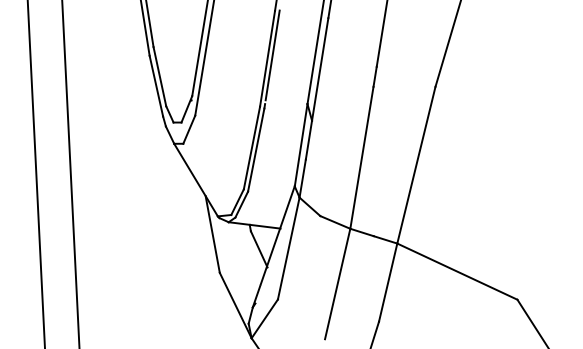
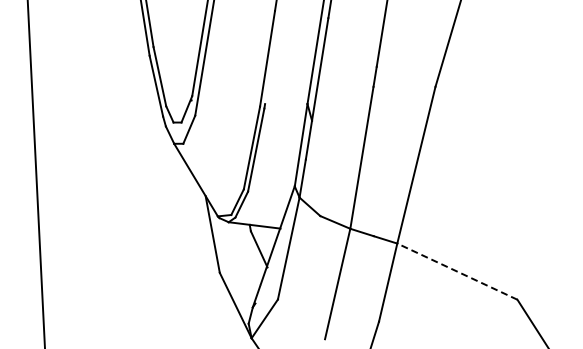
line at (272, 55): present -> none
line at (70, 173): present -> none
line at (456, 271): solid -> dashed
